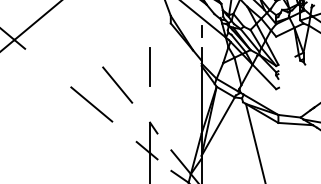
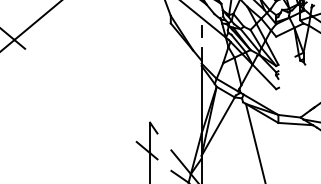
line at (149, 66): present -> none
line at (117, 84): present -> none
line at (91, 104): present -> none
